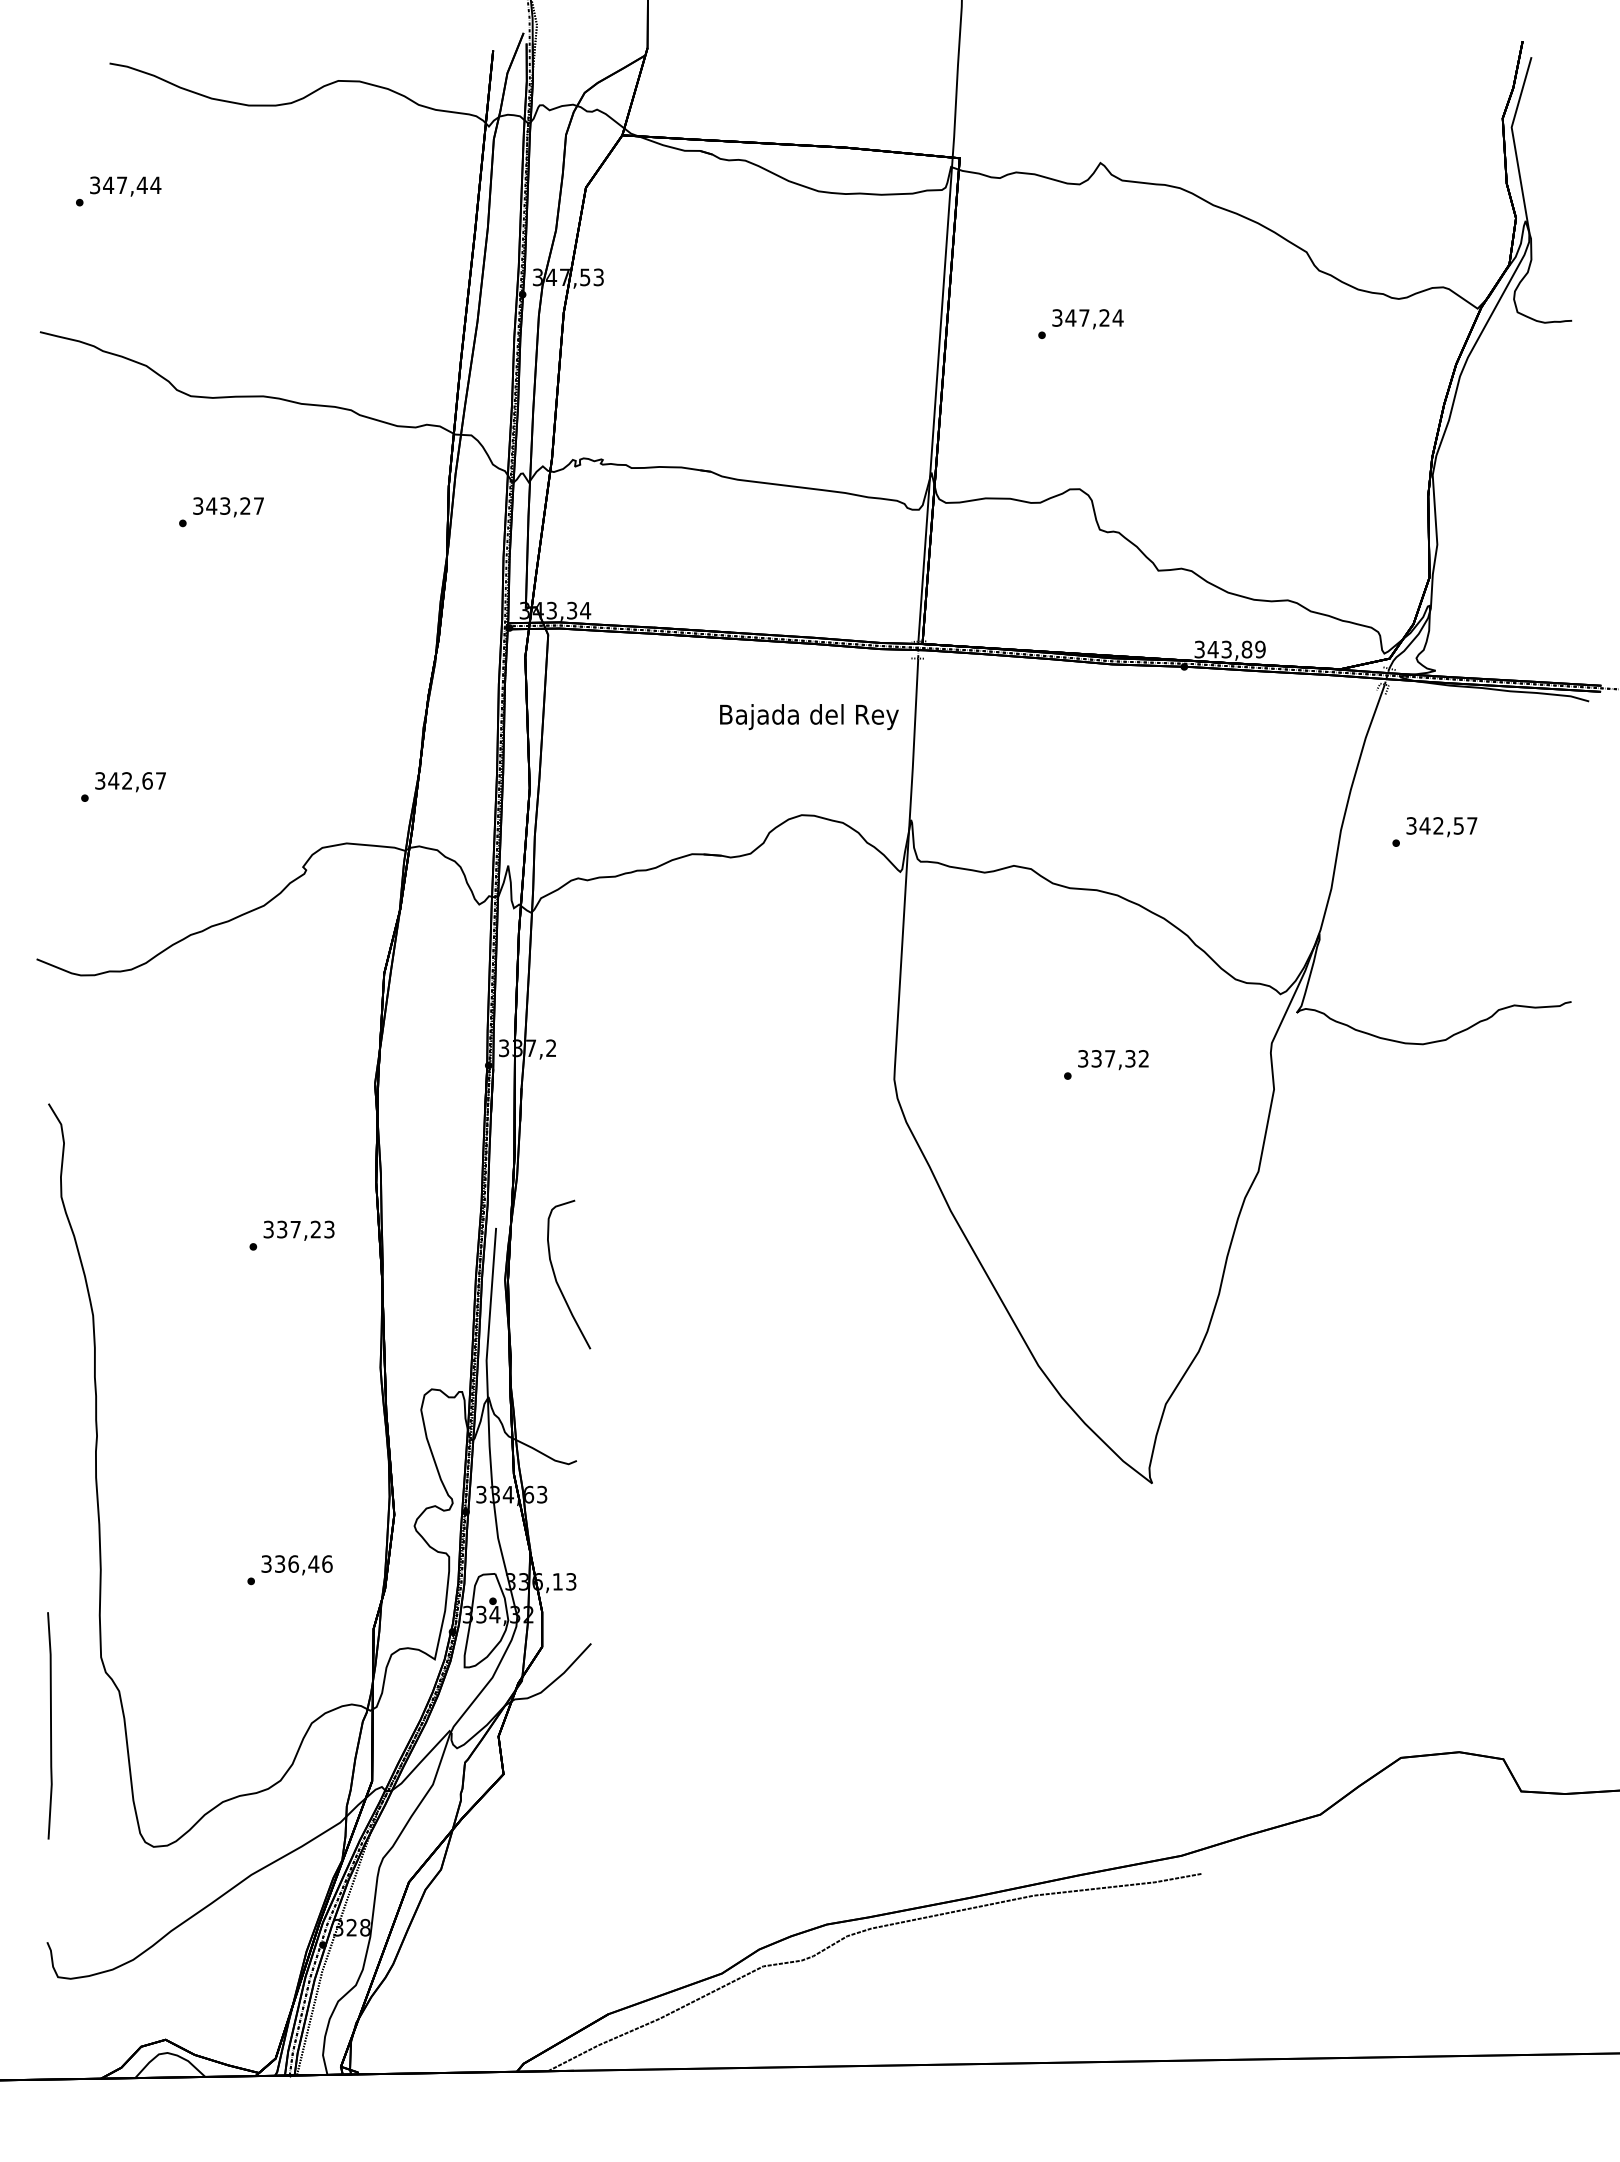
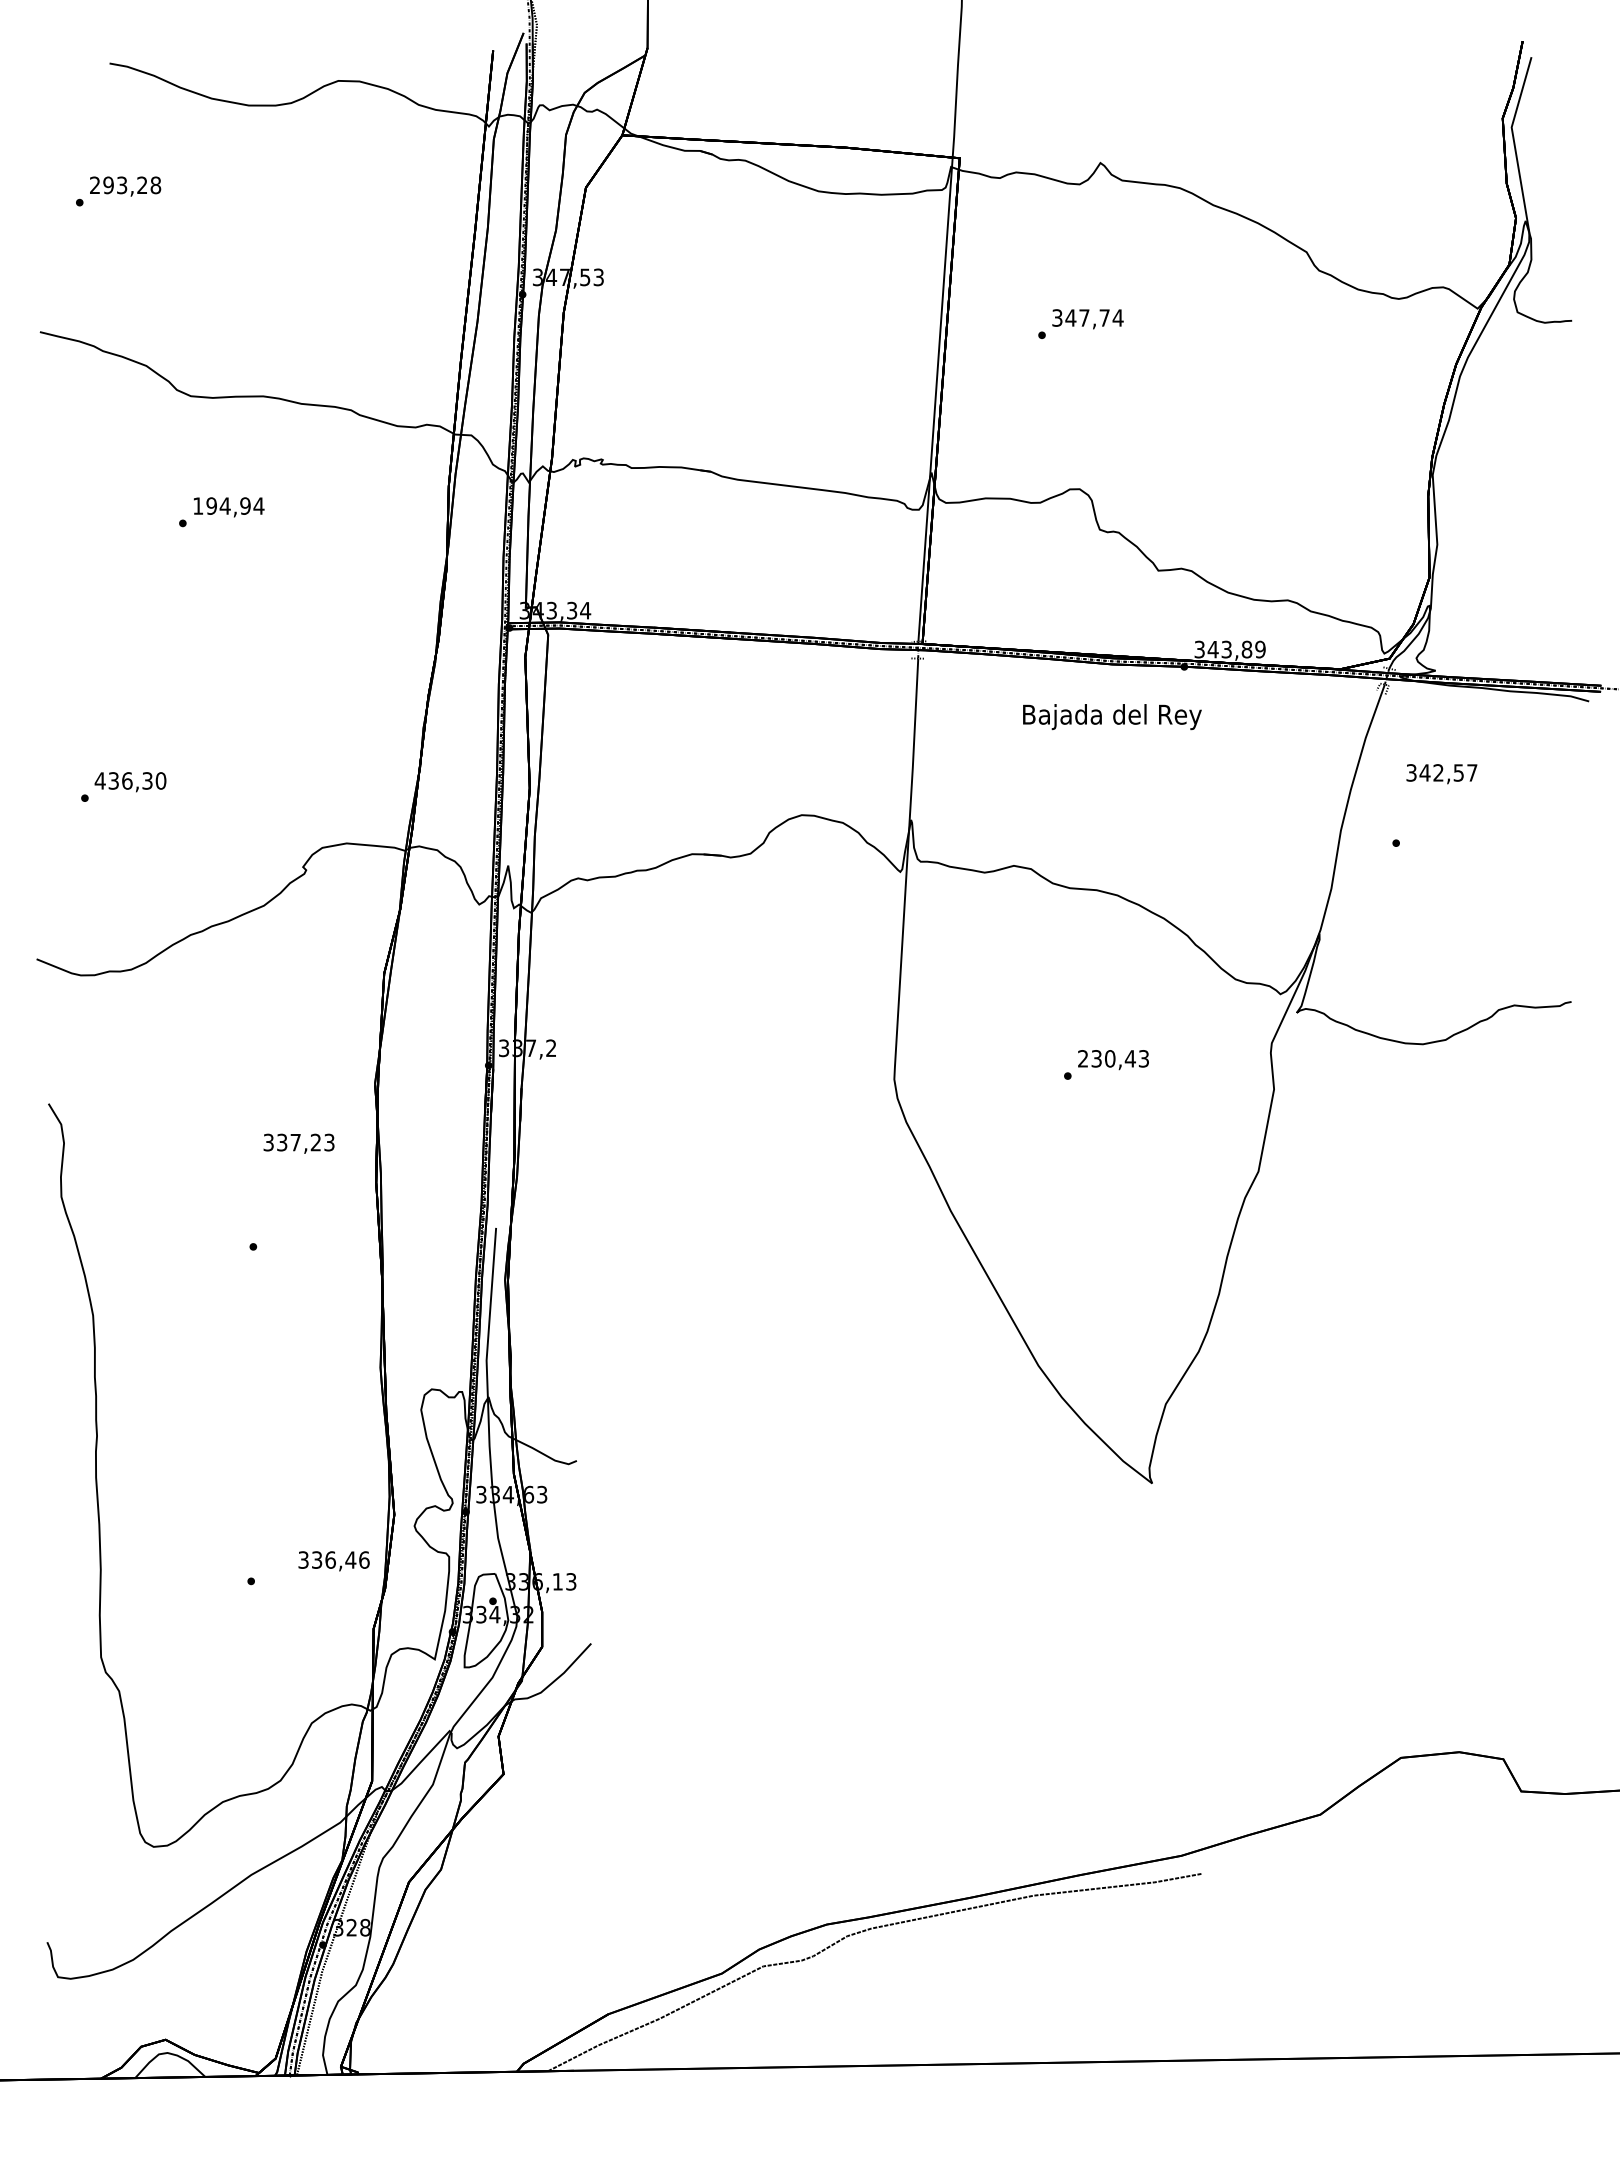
text at (125, 185): 347,44 -> 293,28
text at (1104, 317): 347,24 -> 347,74
text at (228, 505): 343,27 -> 194,94
text at (809, 717) position: (809, 717) -> (1112, 717)
text at (130, 780): 342,67 -> 436,30
text at (1441, 827) position: (1441, 827) -> (1441, 774)
text at (1113, 1058): 337,32 -> 230,43
text at (298, 1230) position: (298, 1230) -> (298, 1143)
curve at (556, 1277): present -> none
text at (296, 1565) position: (296, 1565) -> (333, 1561)
line at (50, 1725): present -> none
